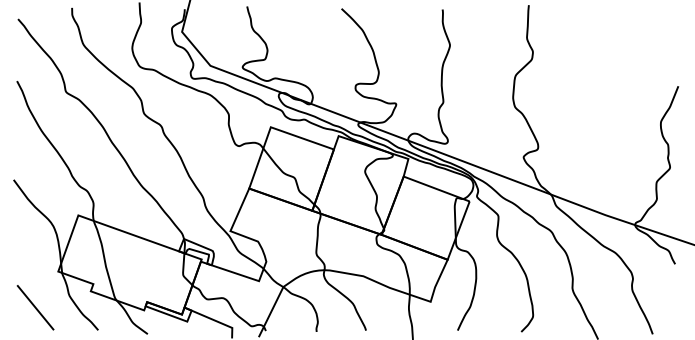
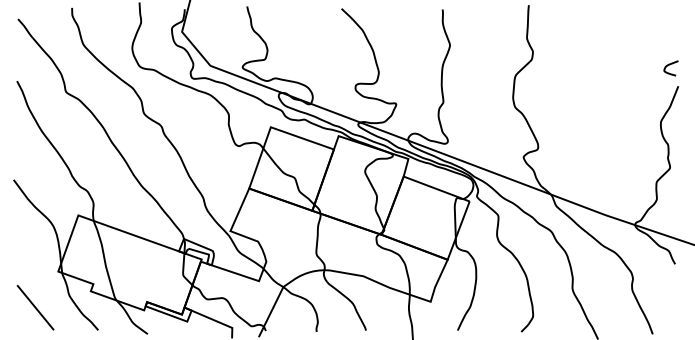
curve at (670, 65): none -> present
